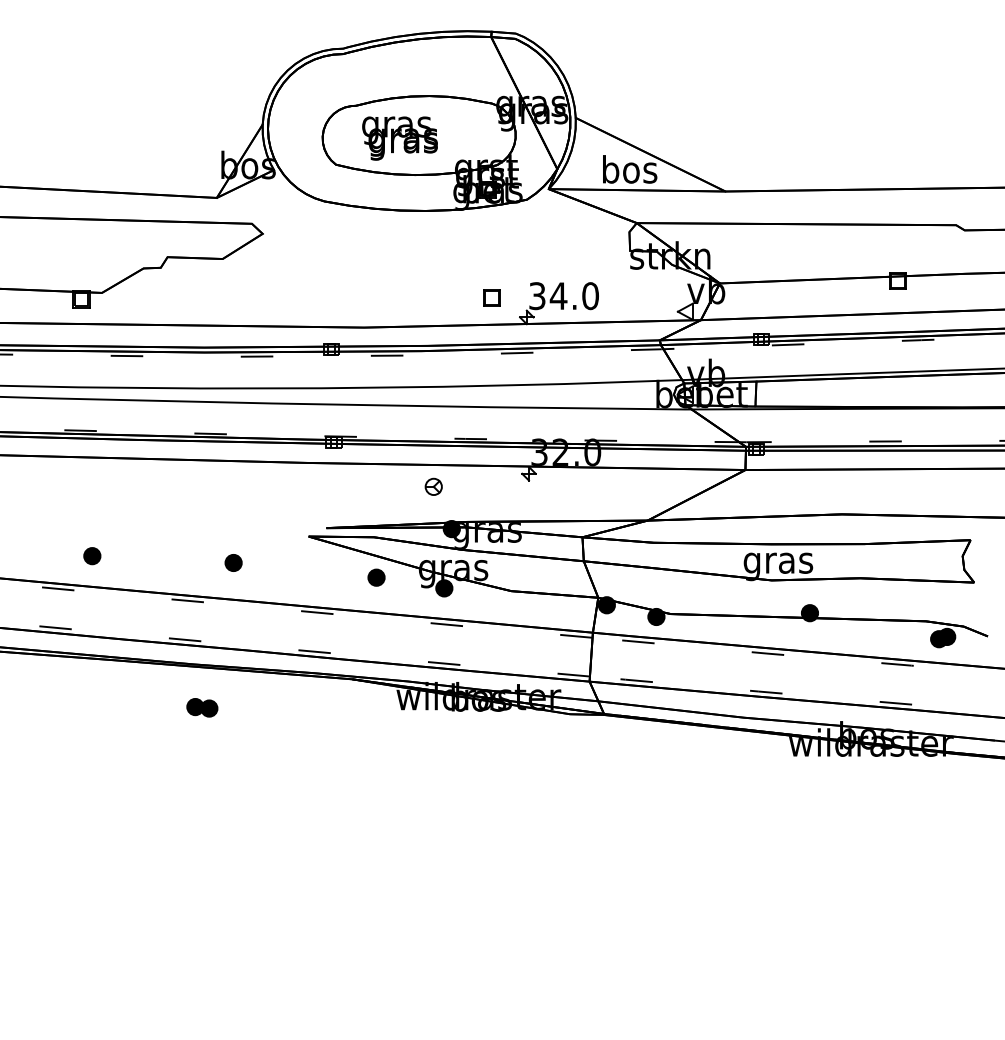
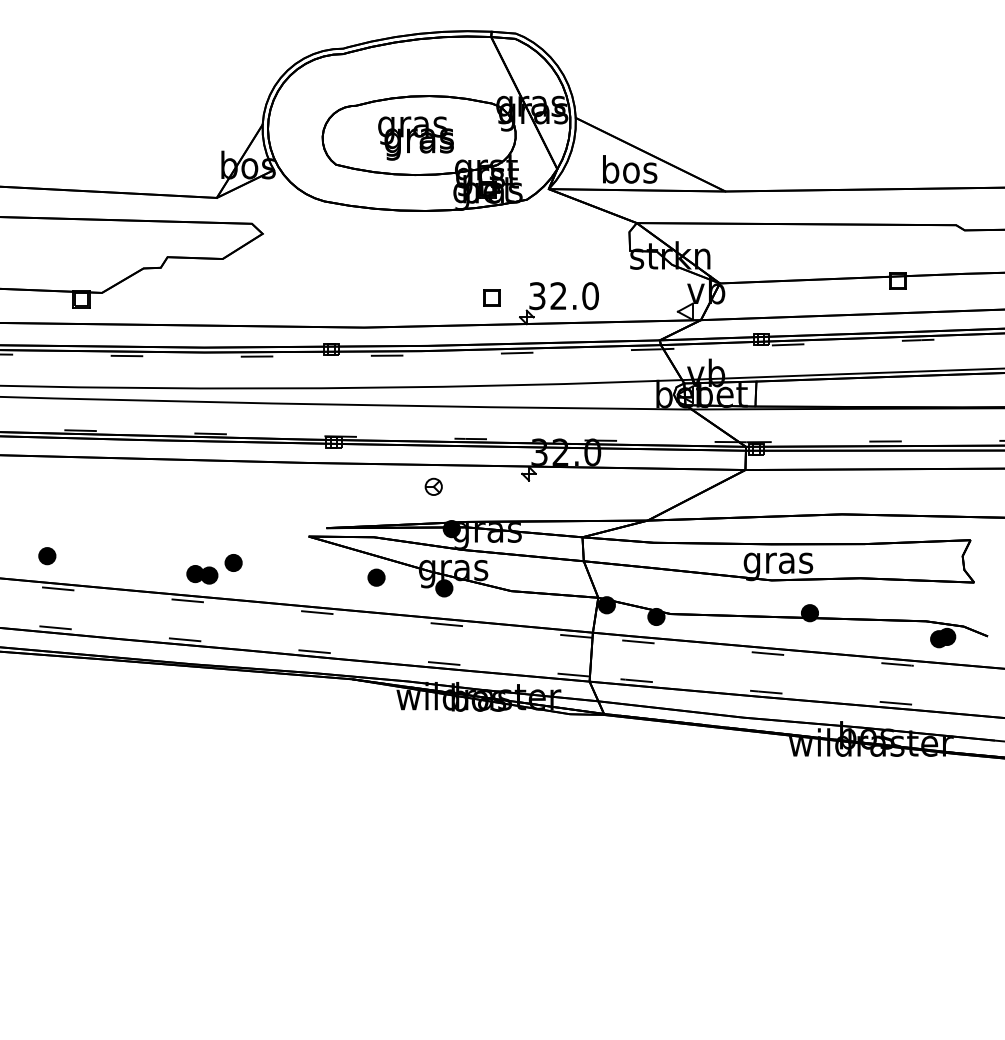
text at (399, 138) position: (399, 138) -> (415, 138)
text at (558, 295): 34.0 -> 32.0
part at (92, 556) position: (92, 556) -> (47, 556)
part at (202, 707) position: (202, 707) -> (202, 574)
